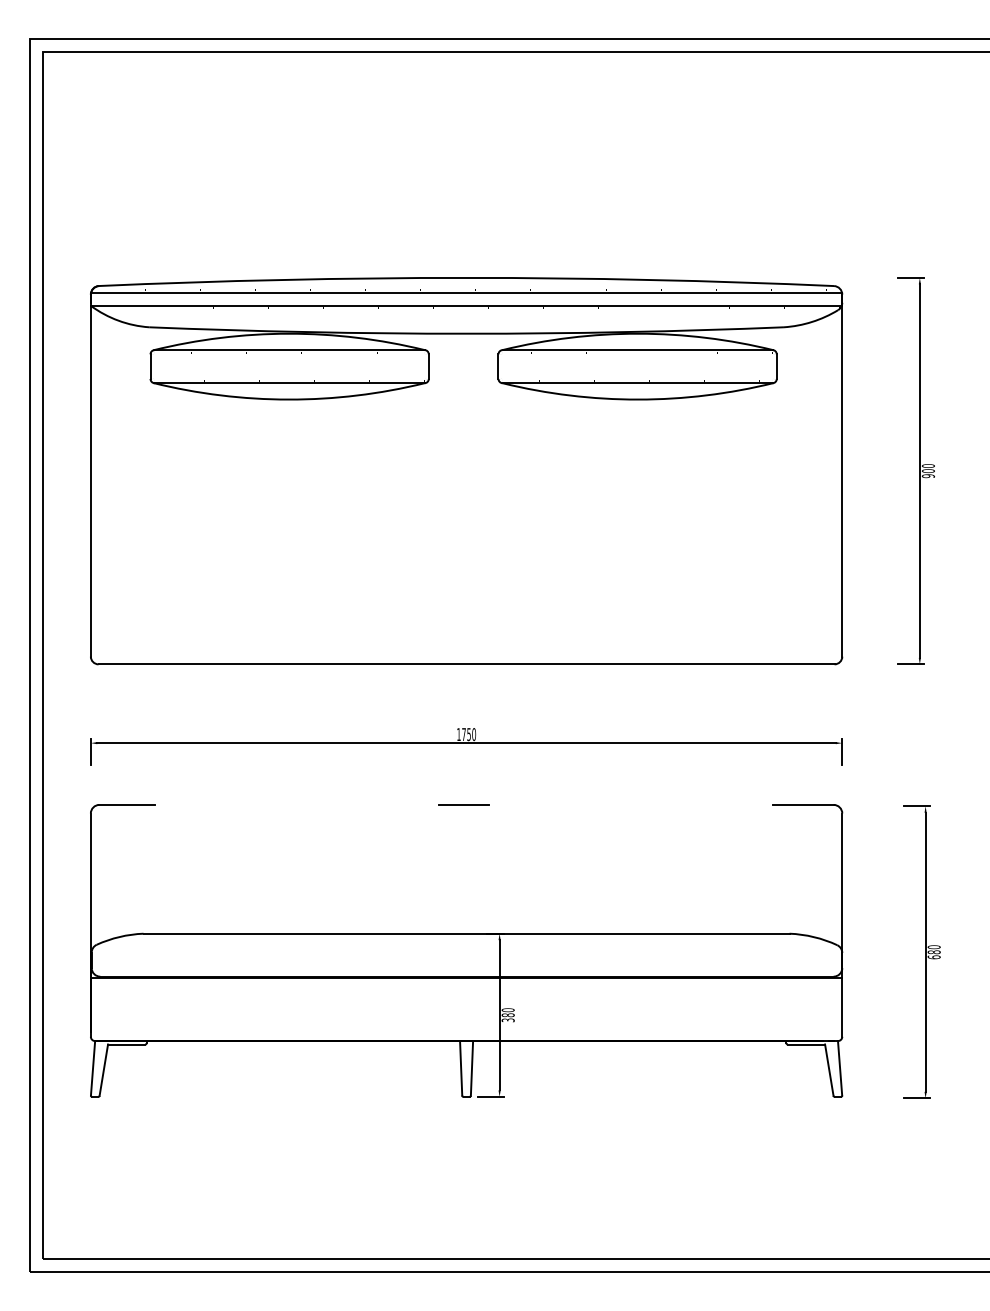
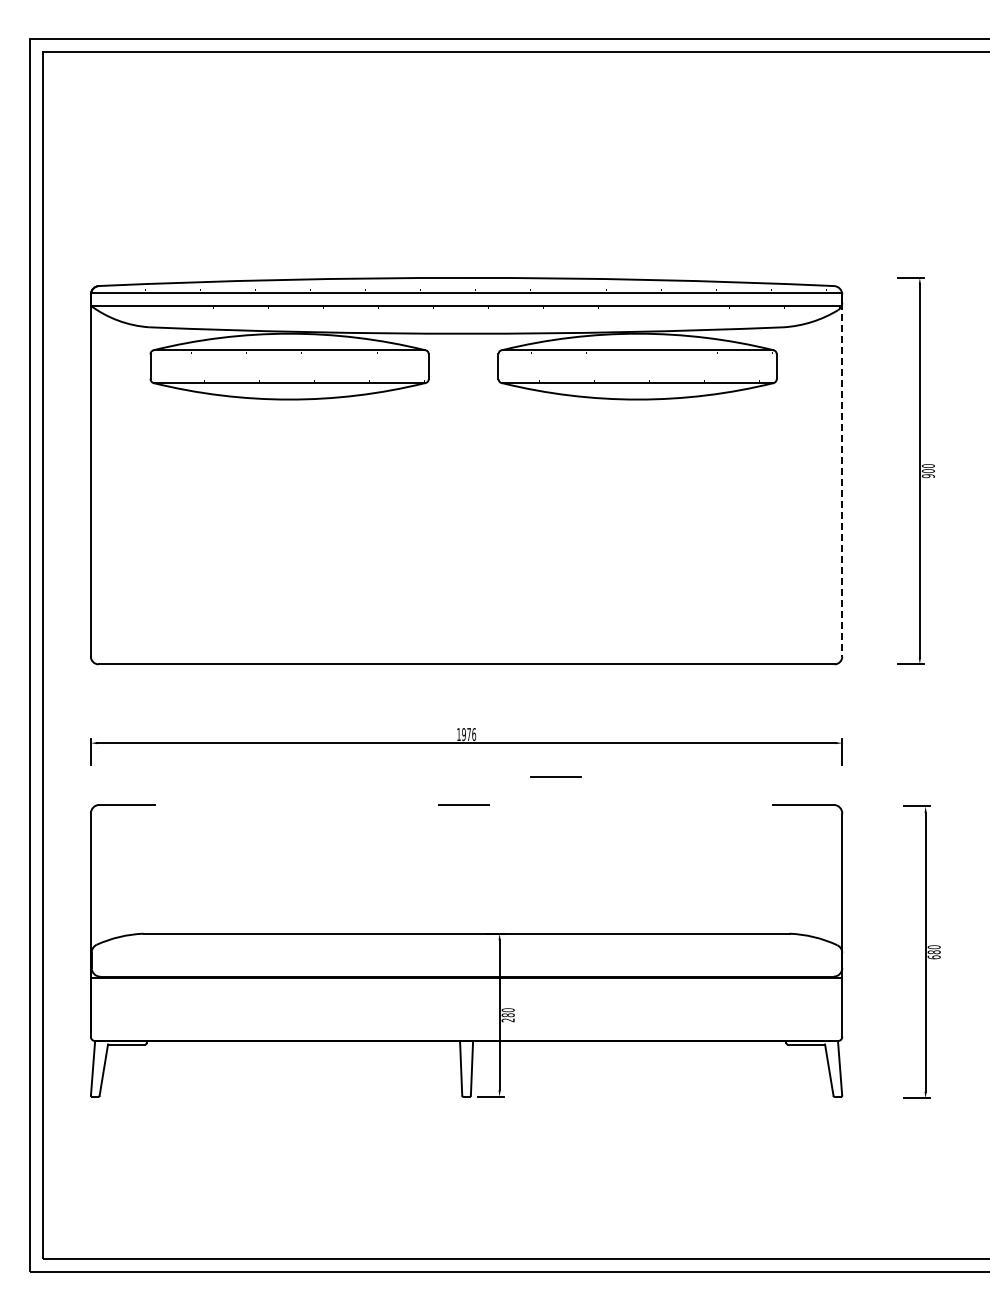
line at (842, 479): solid -> dashed
text at (469, 734): 1750 -> 1976
line at (555, 776): none -> present
text at (508, 1020): 380 -> 280
